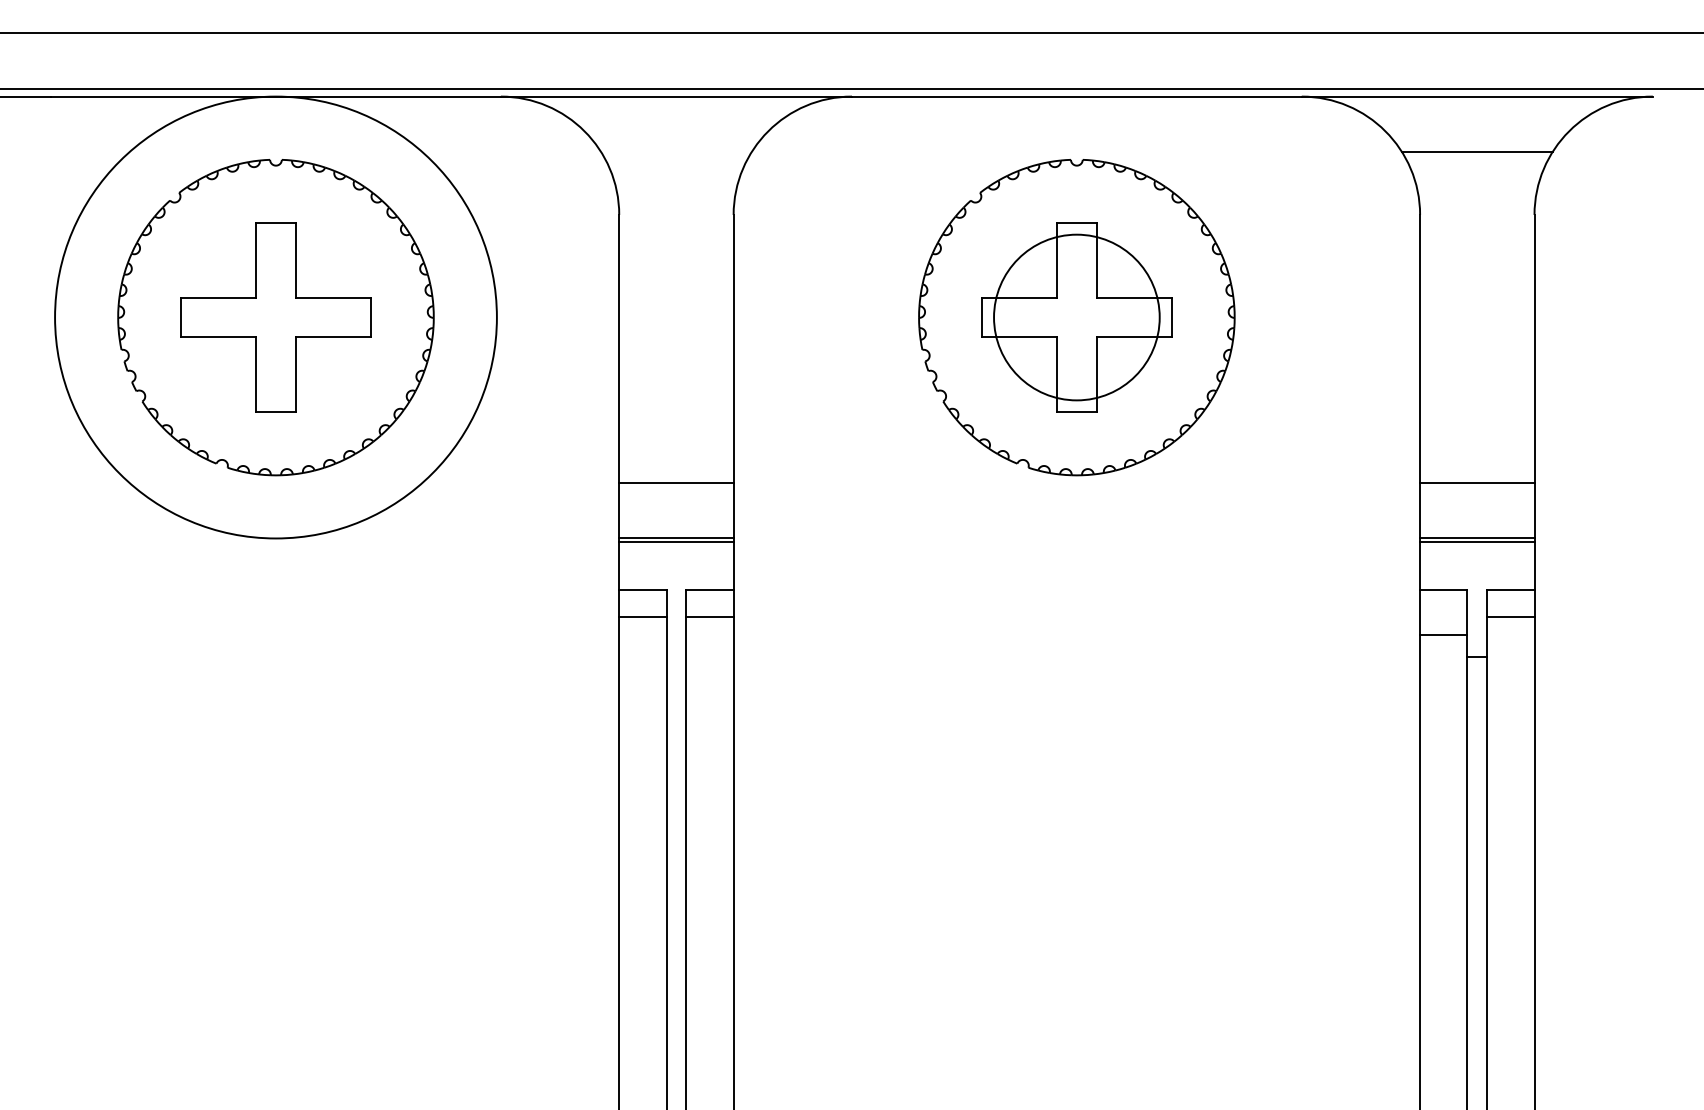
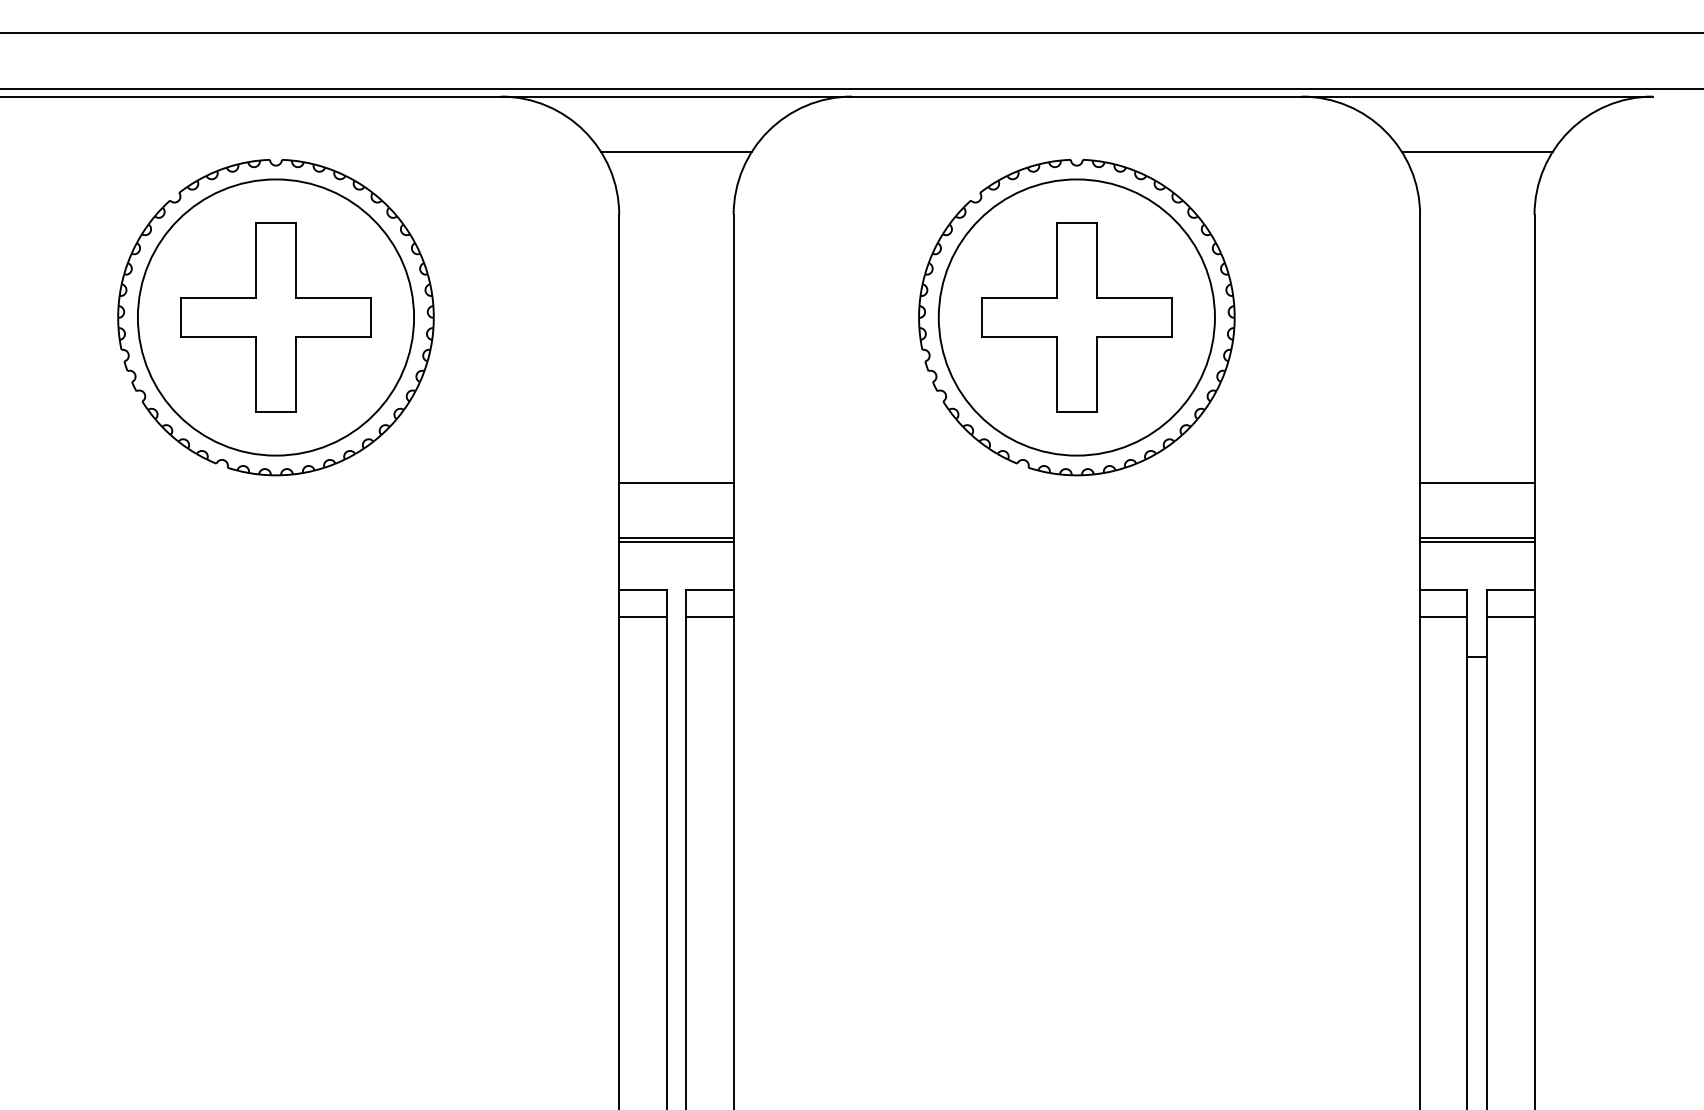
line at (675, 151): none -> present
circle at (275, 317) diameter: 442 px -> 276 px
circle at (1076, 317) diameter: 166 px -> 276 px
line at (1443, 635) position: (1443, 635) -> (1443, 617)
